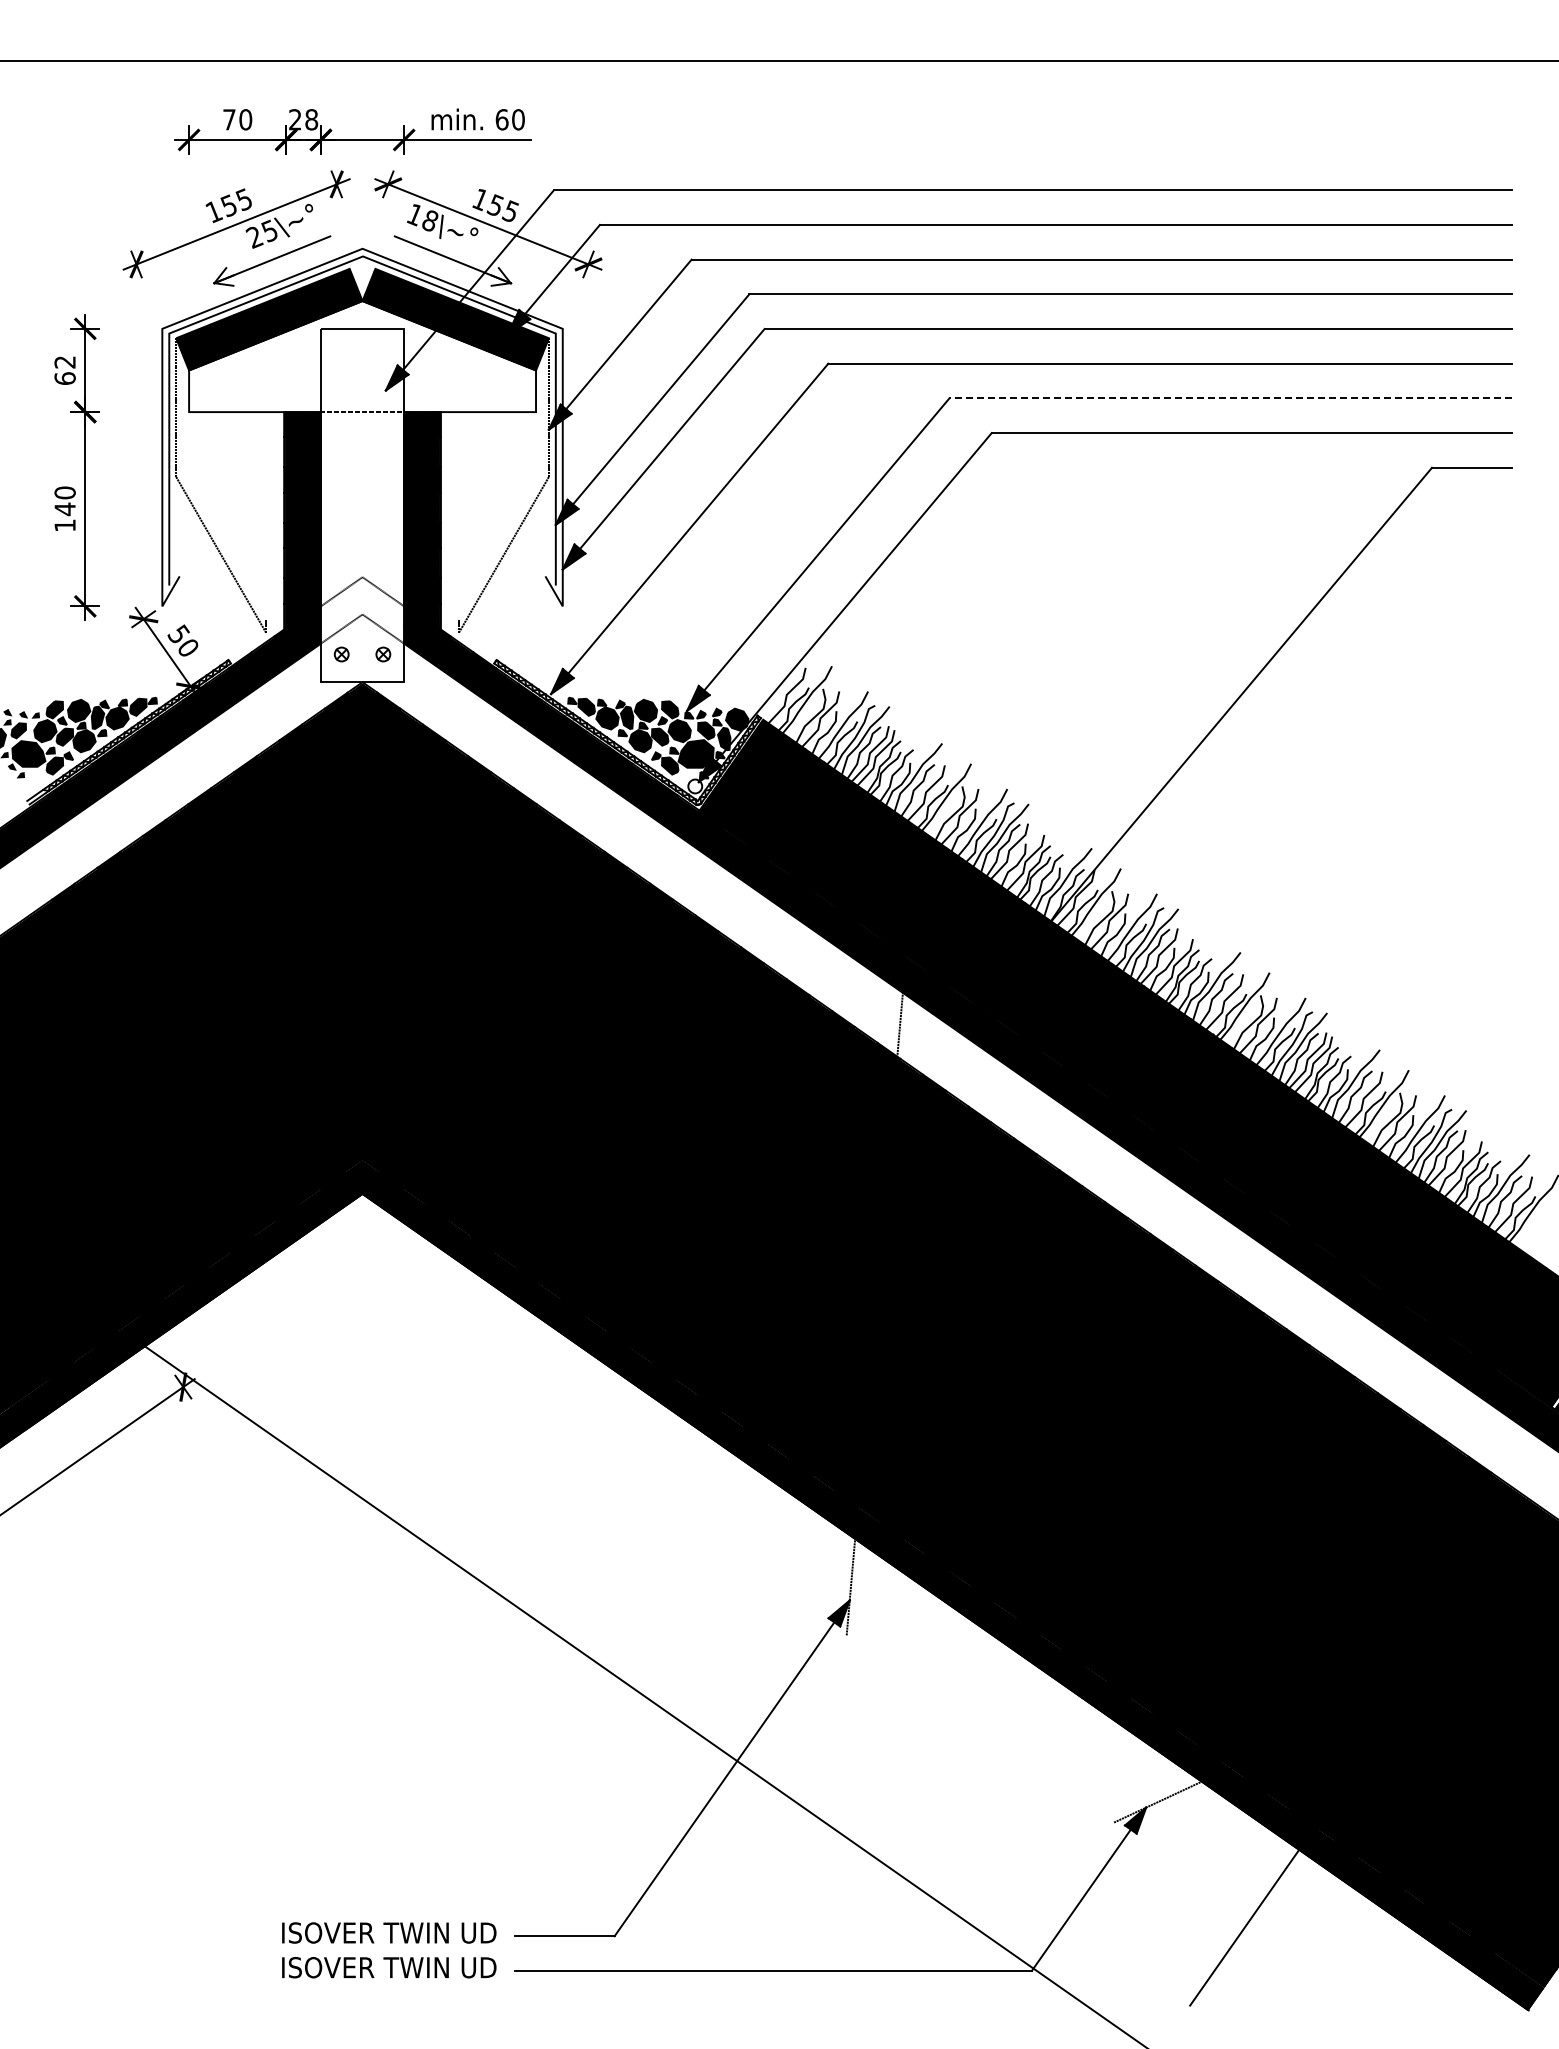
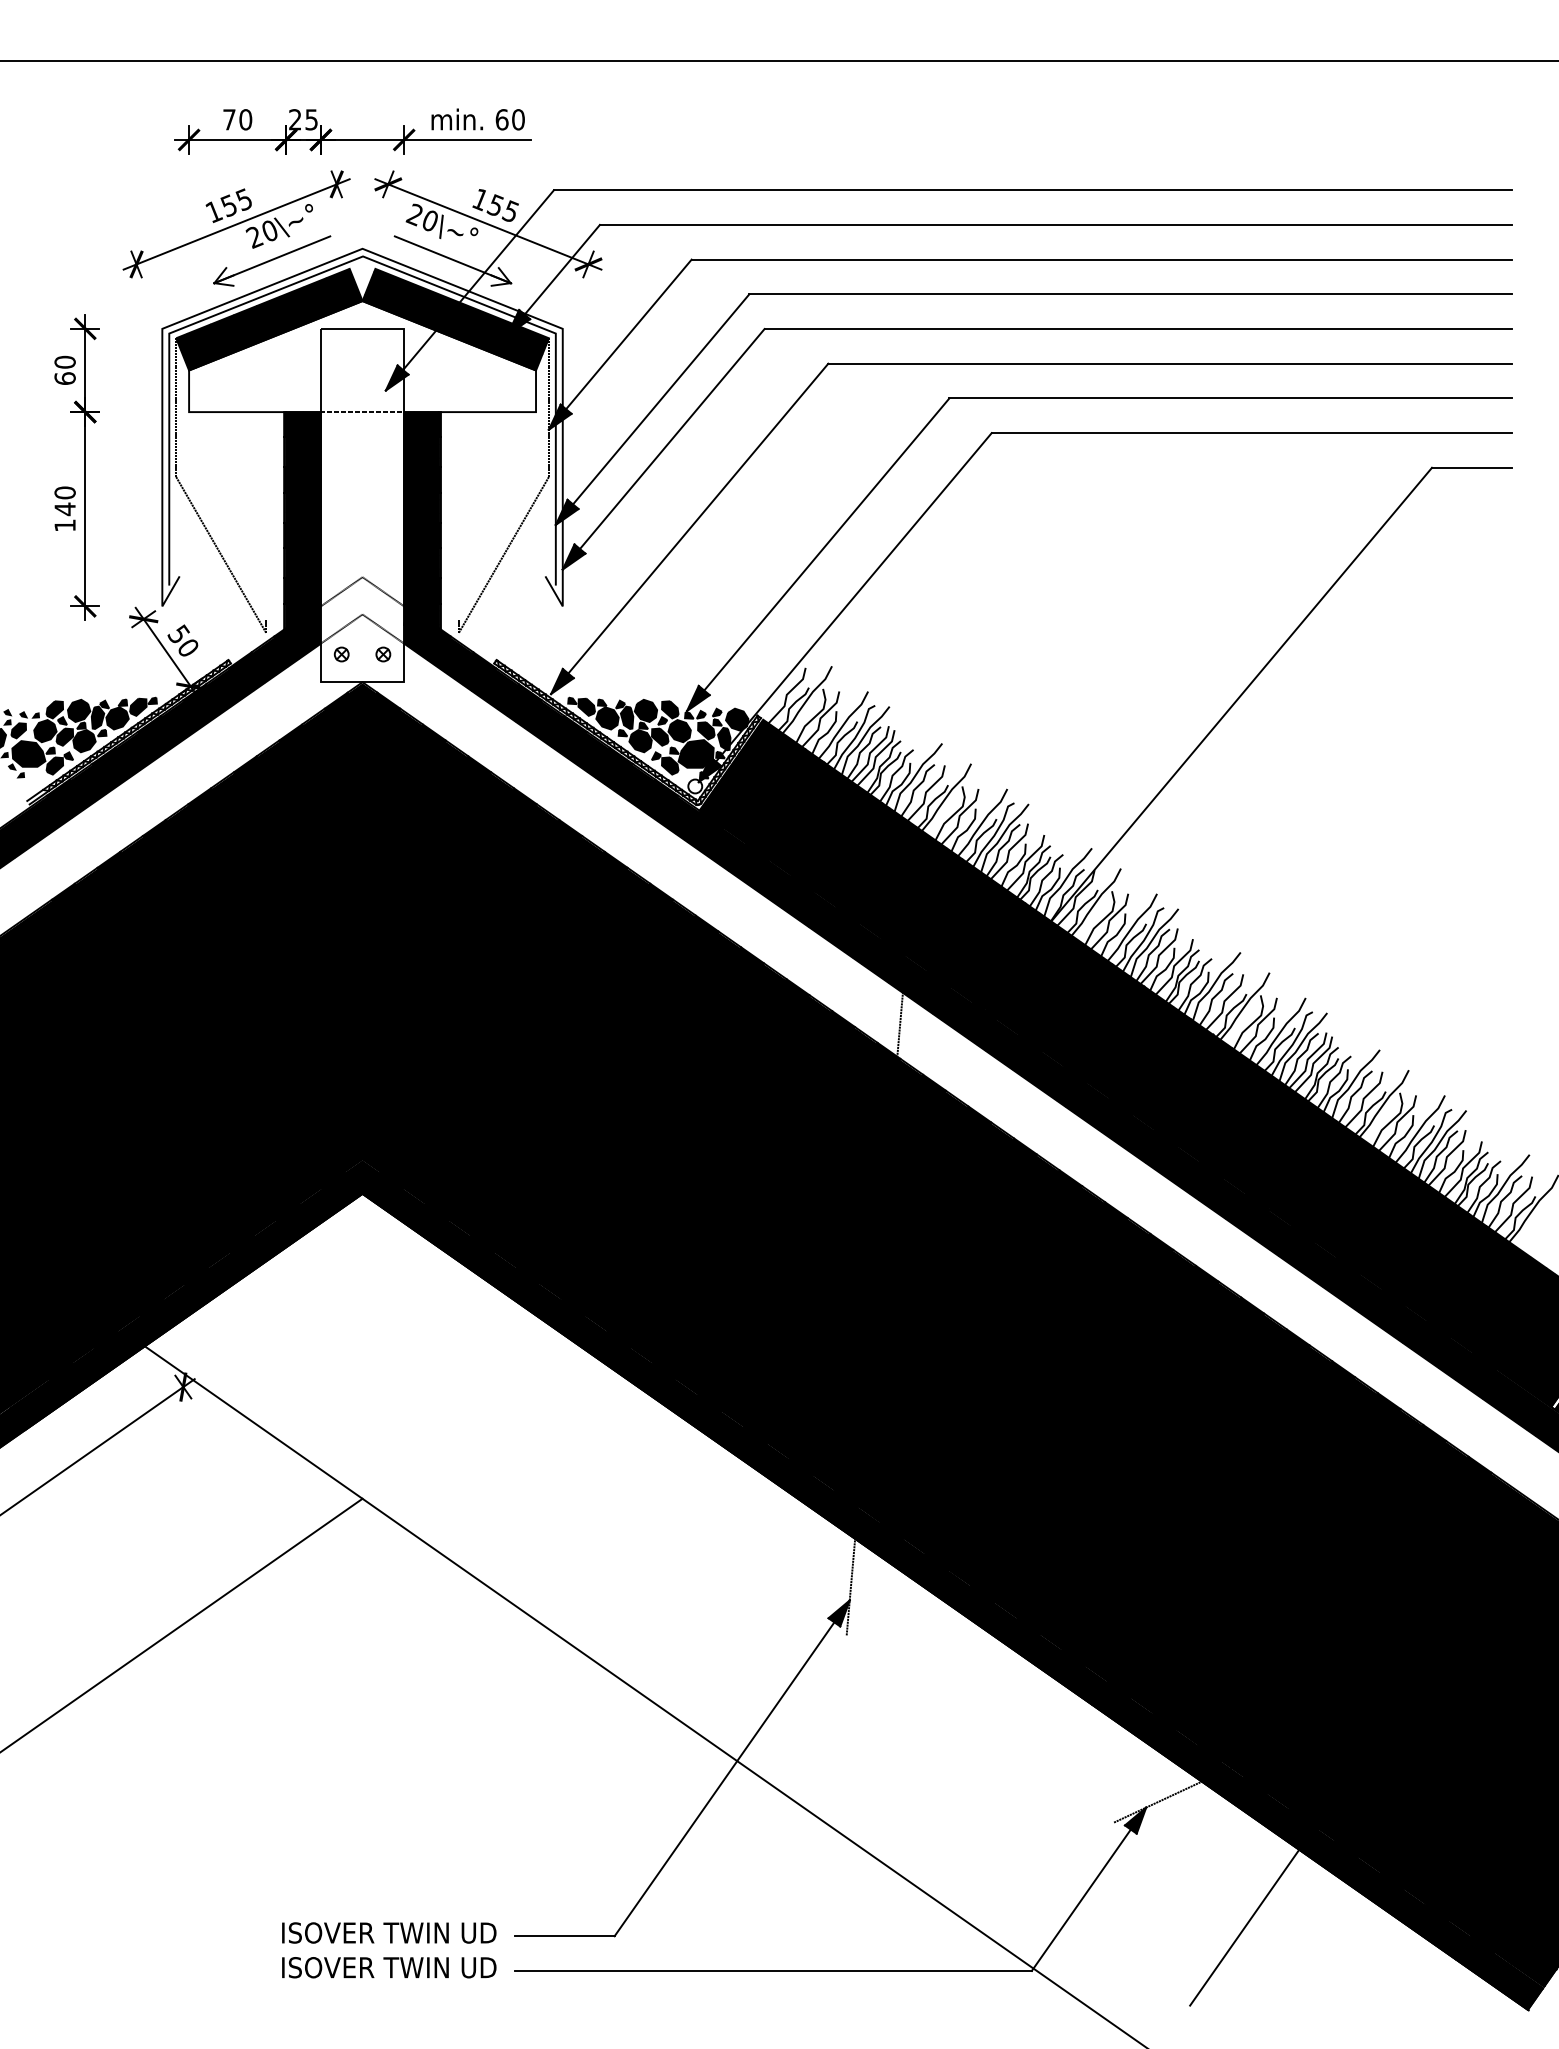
text at (311, 119): 28 -> 25
text at (421, 217): 18 -> 20
text at (268, 230): 25 -> 20
text at (64, 361): 62 -> 60
line at (1230, 398): dashed -> solid
line at (182, 1624): none -> present
